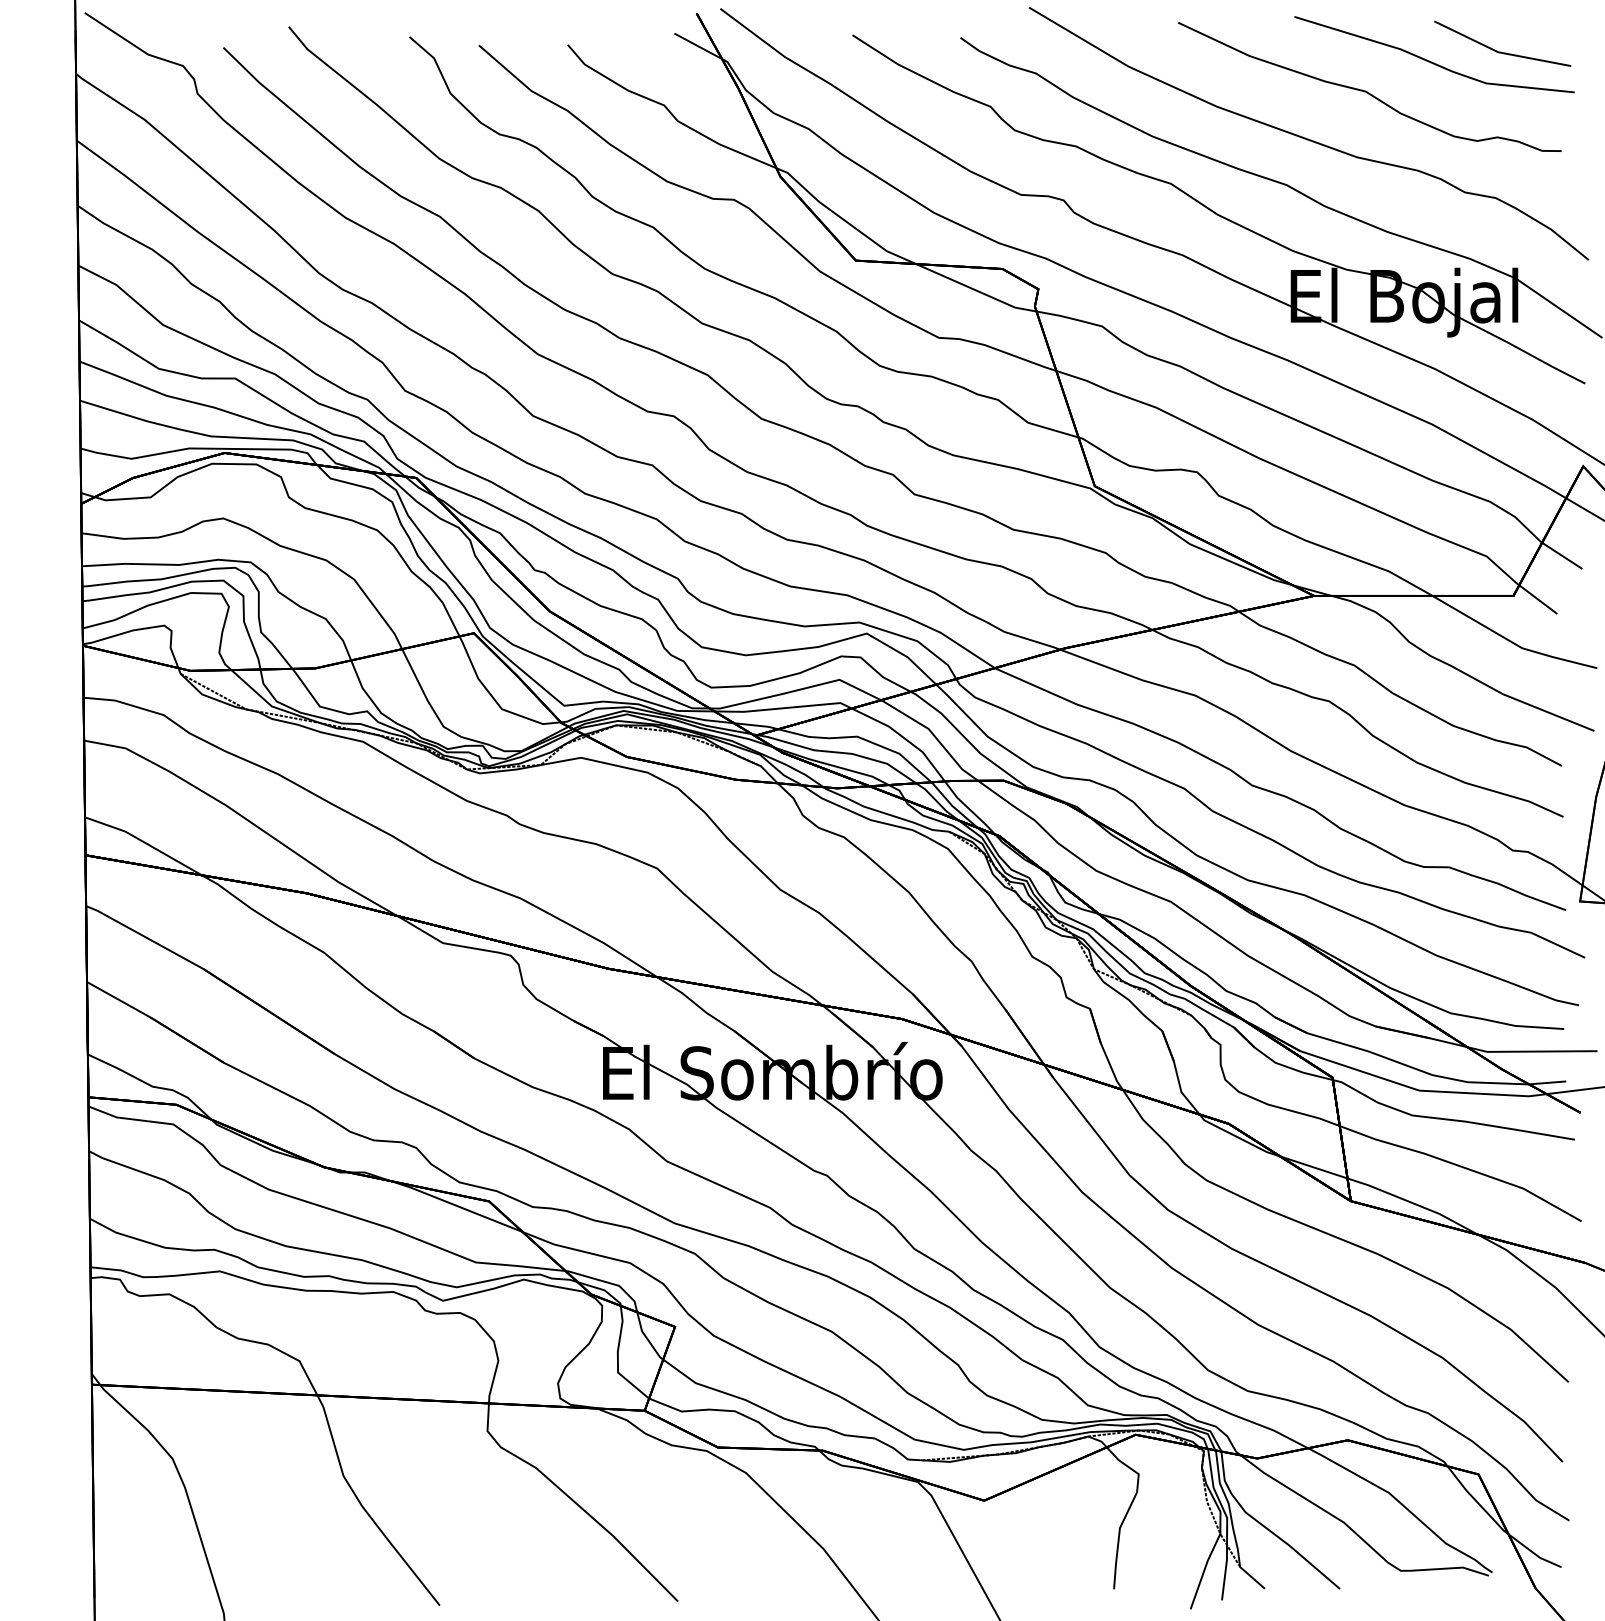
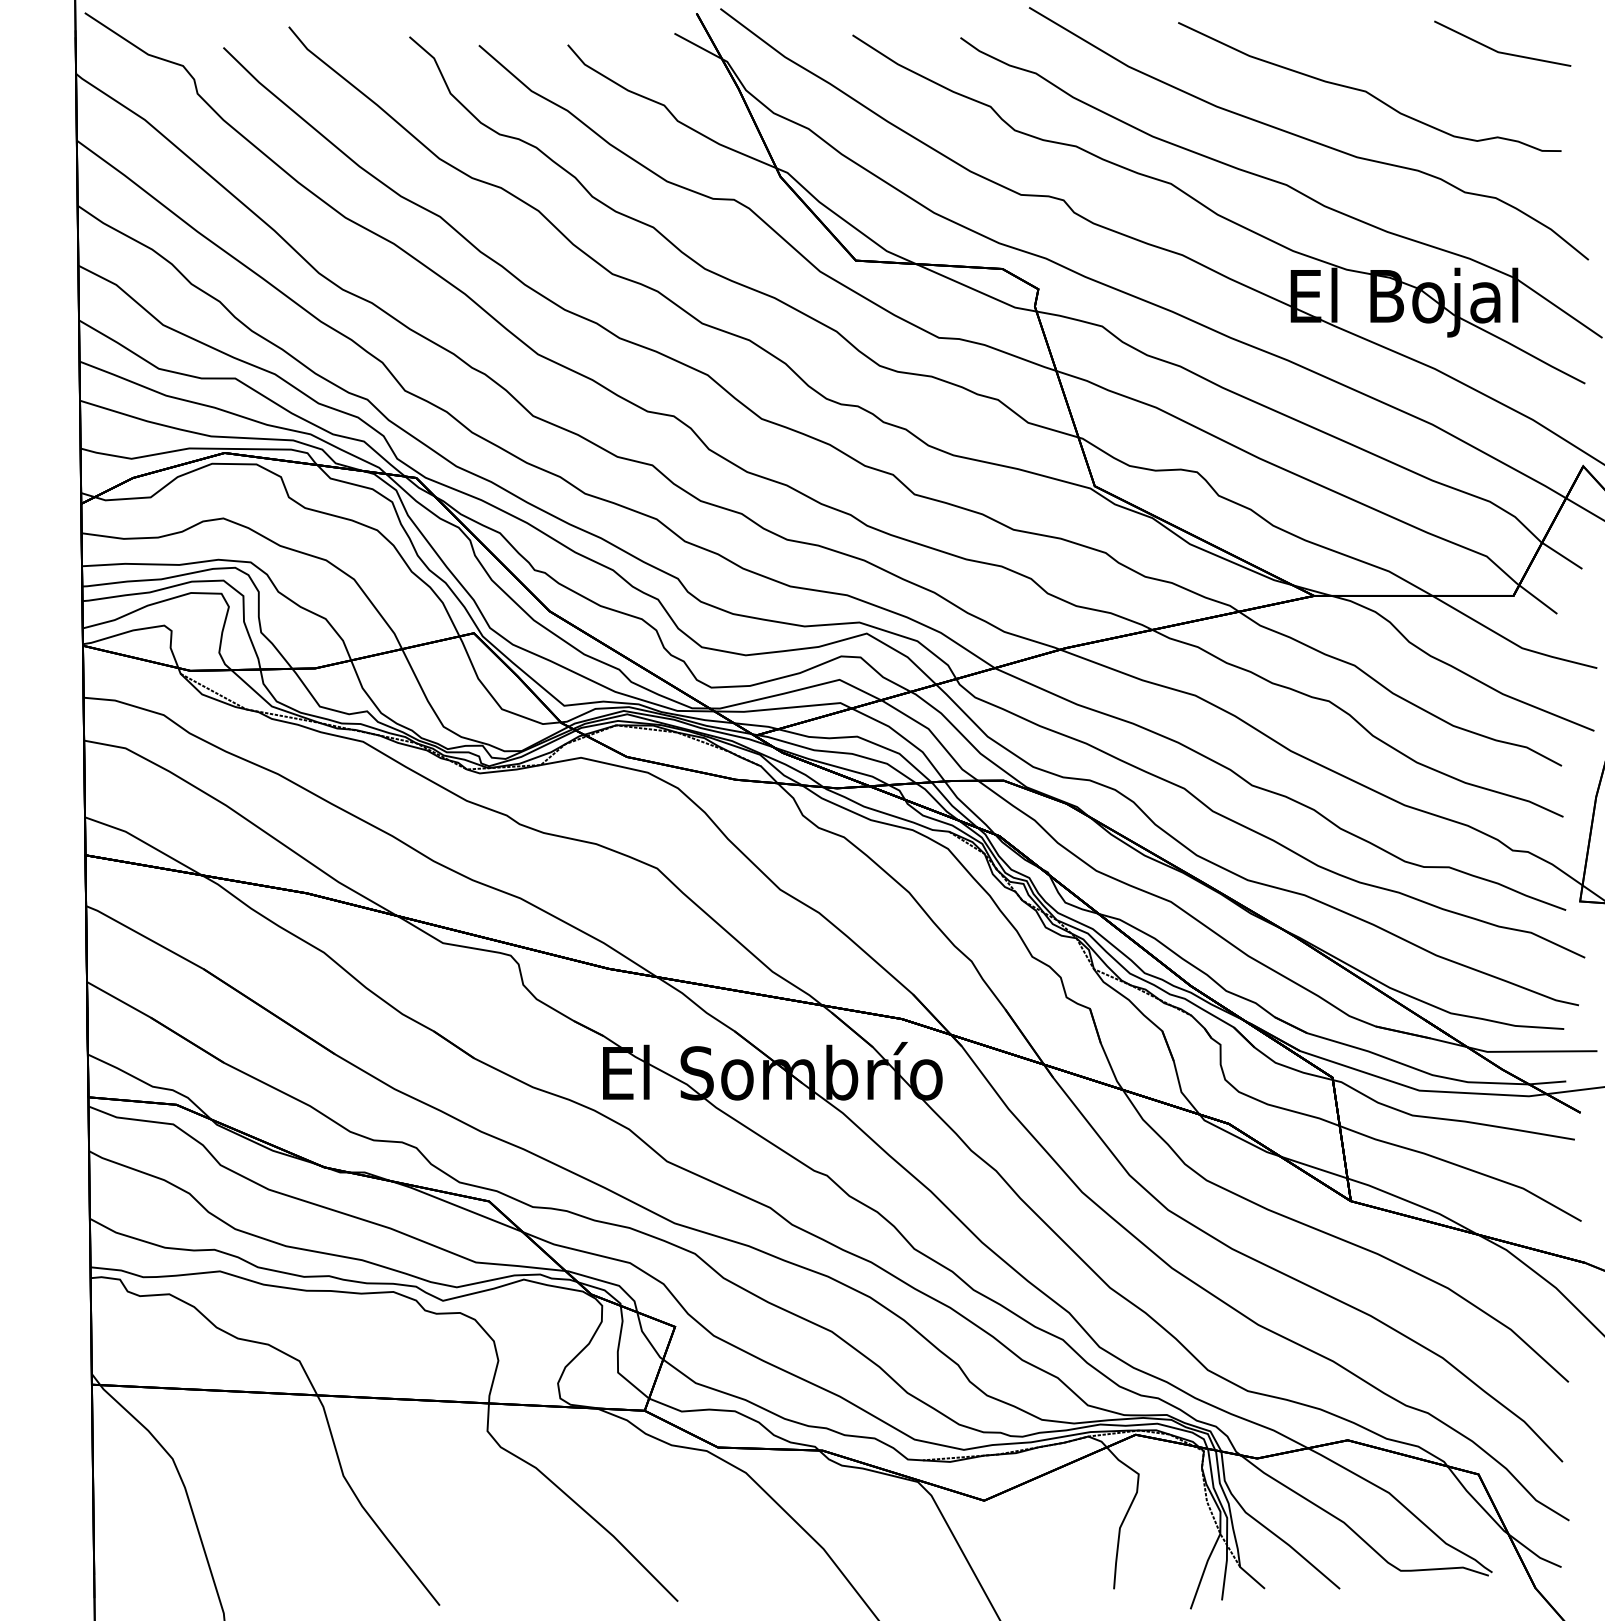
part at (1431, 61): present -> none
